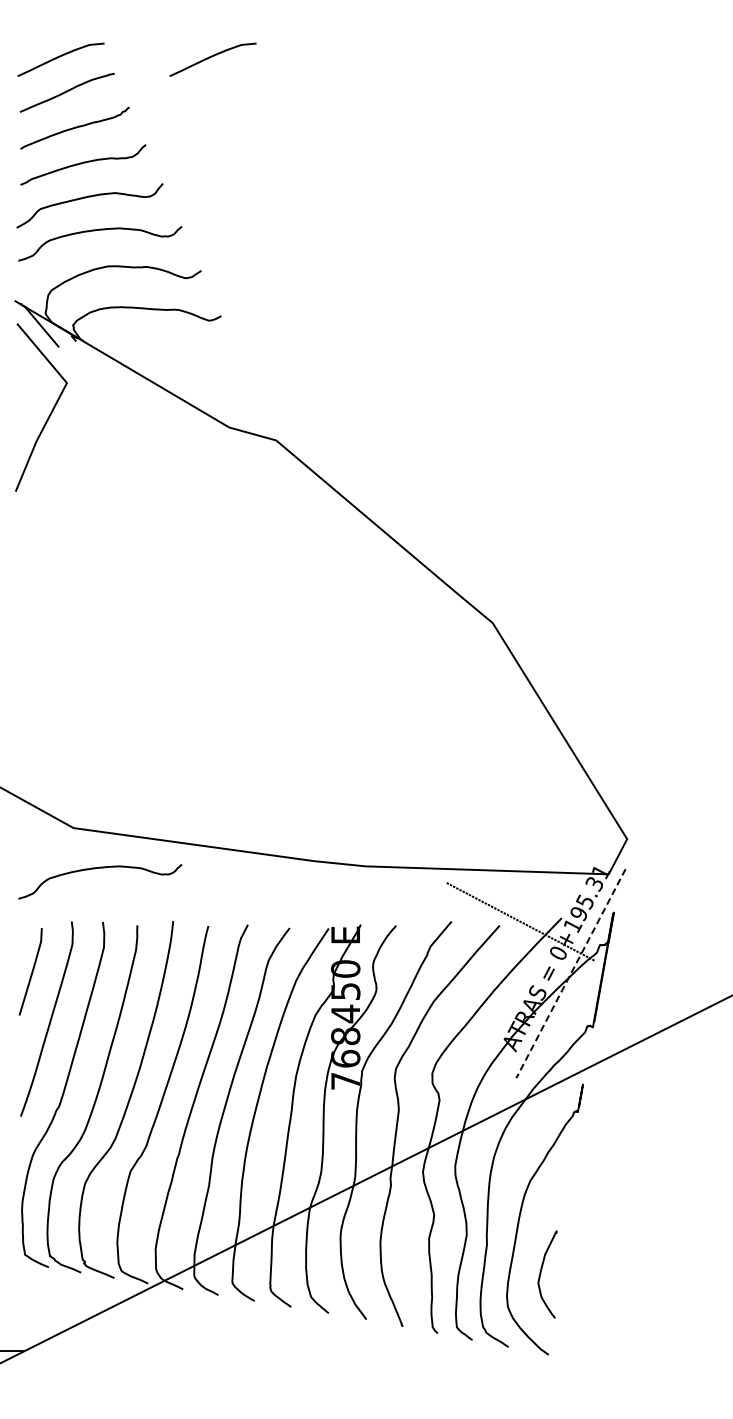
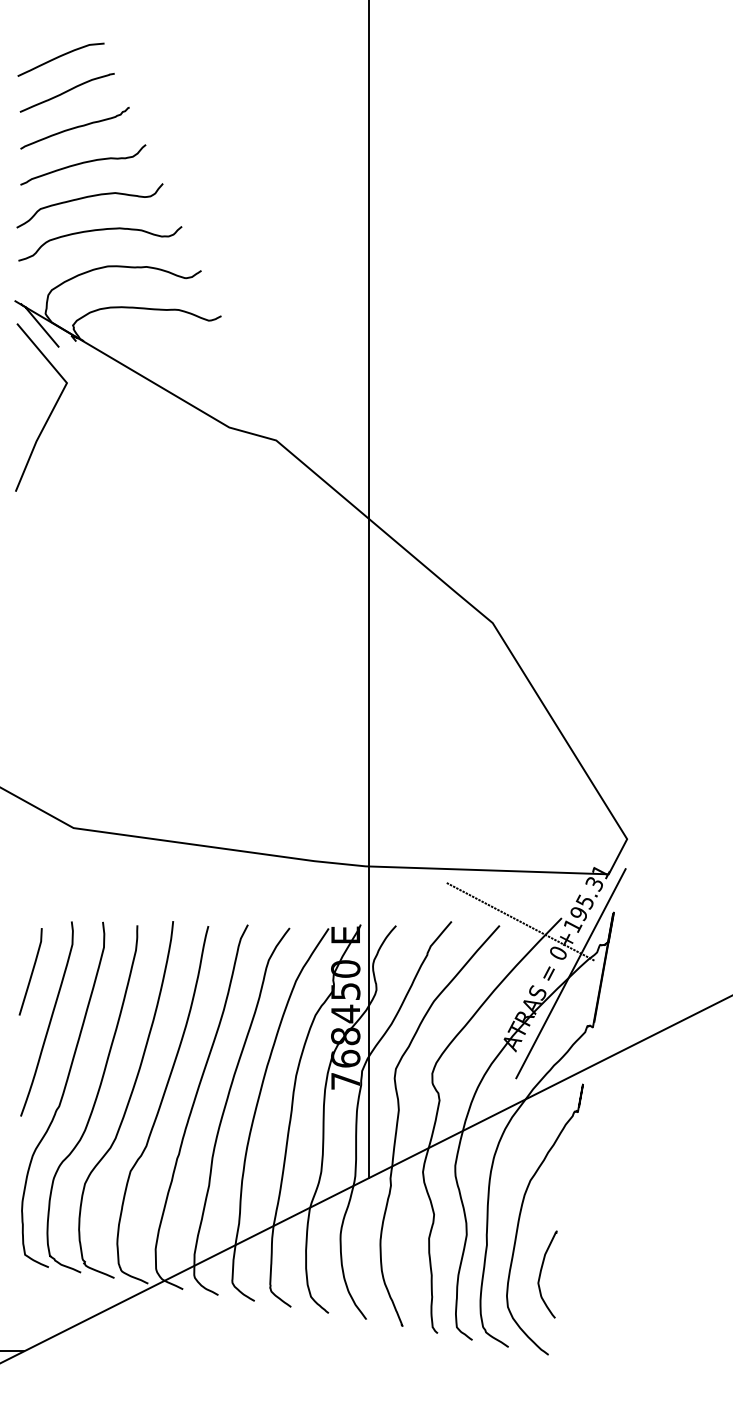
curve at (212, 57): present -> none
line at (368, 590): none -> present
curve at (100, 868): present -> none
line at (570, 973): dashed -> solid
